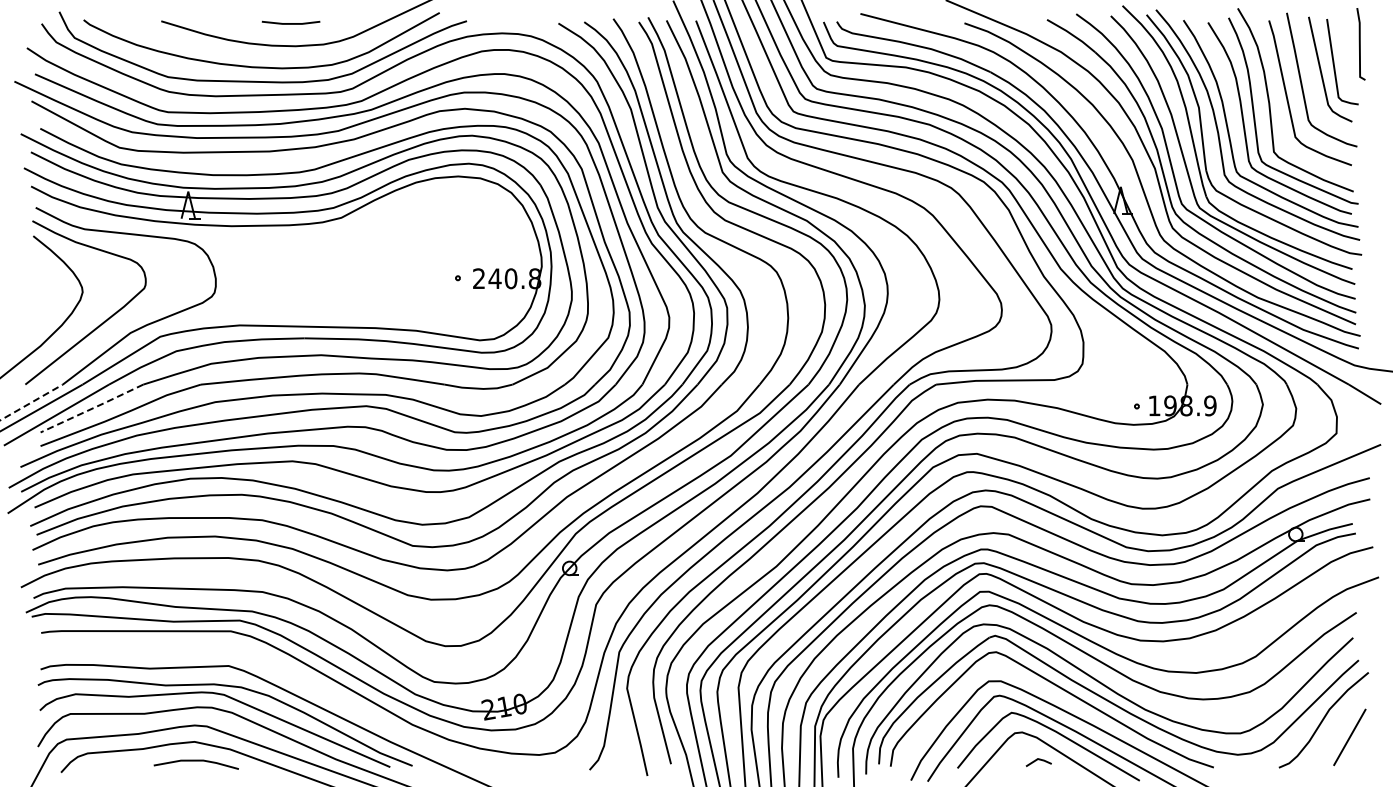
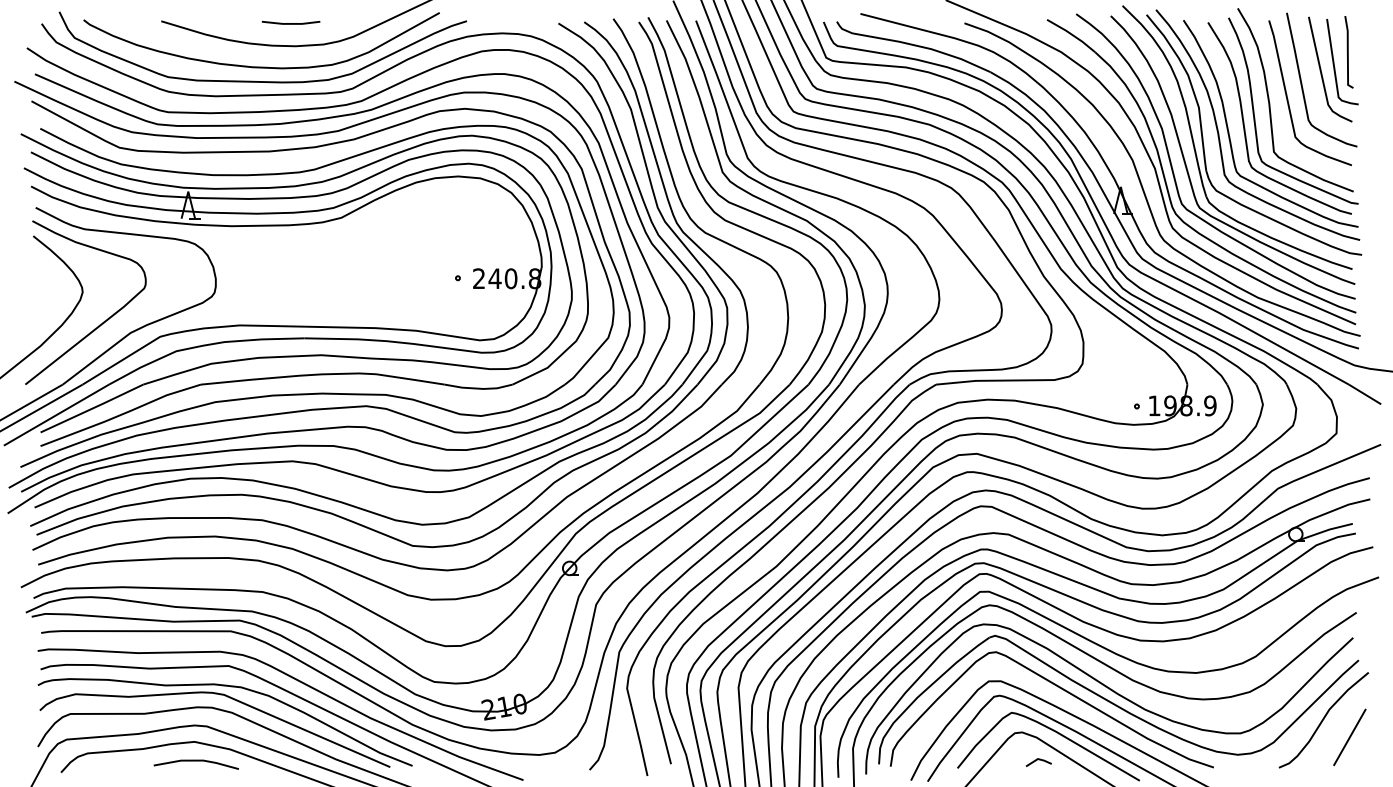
line at (1360, 44) position: (1360, 44) -> (1348, 52)
line at (31, 402): dashed -> solid
line at (92, 408): dashed -> solid
curve at (297, 681): none -> present
